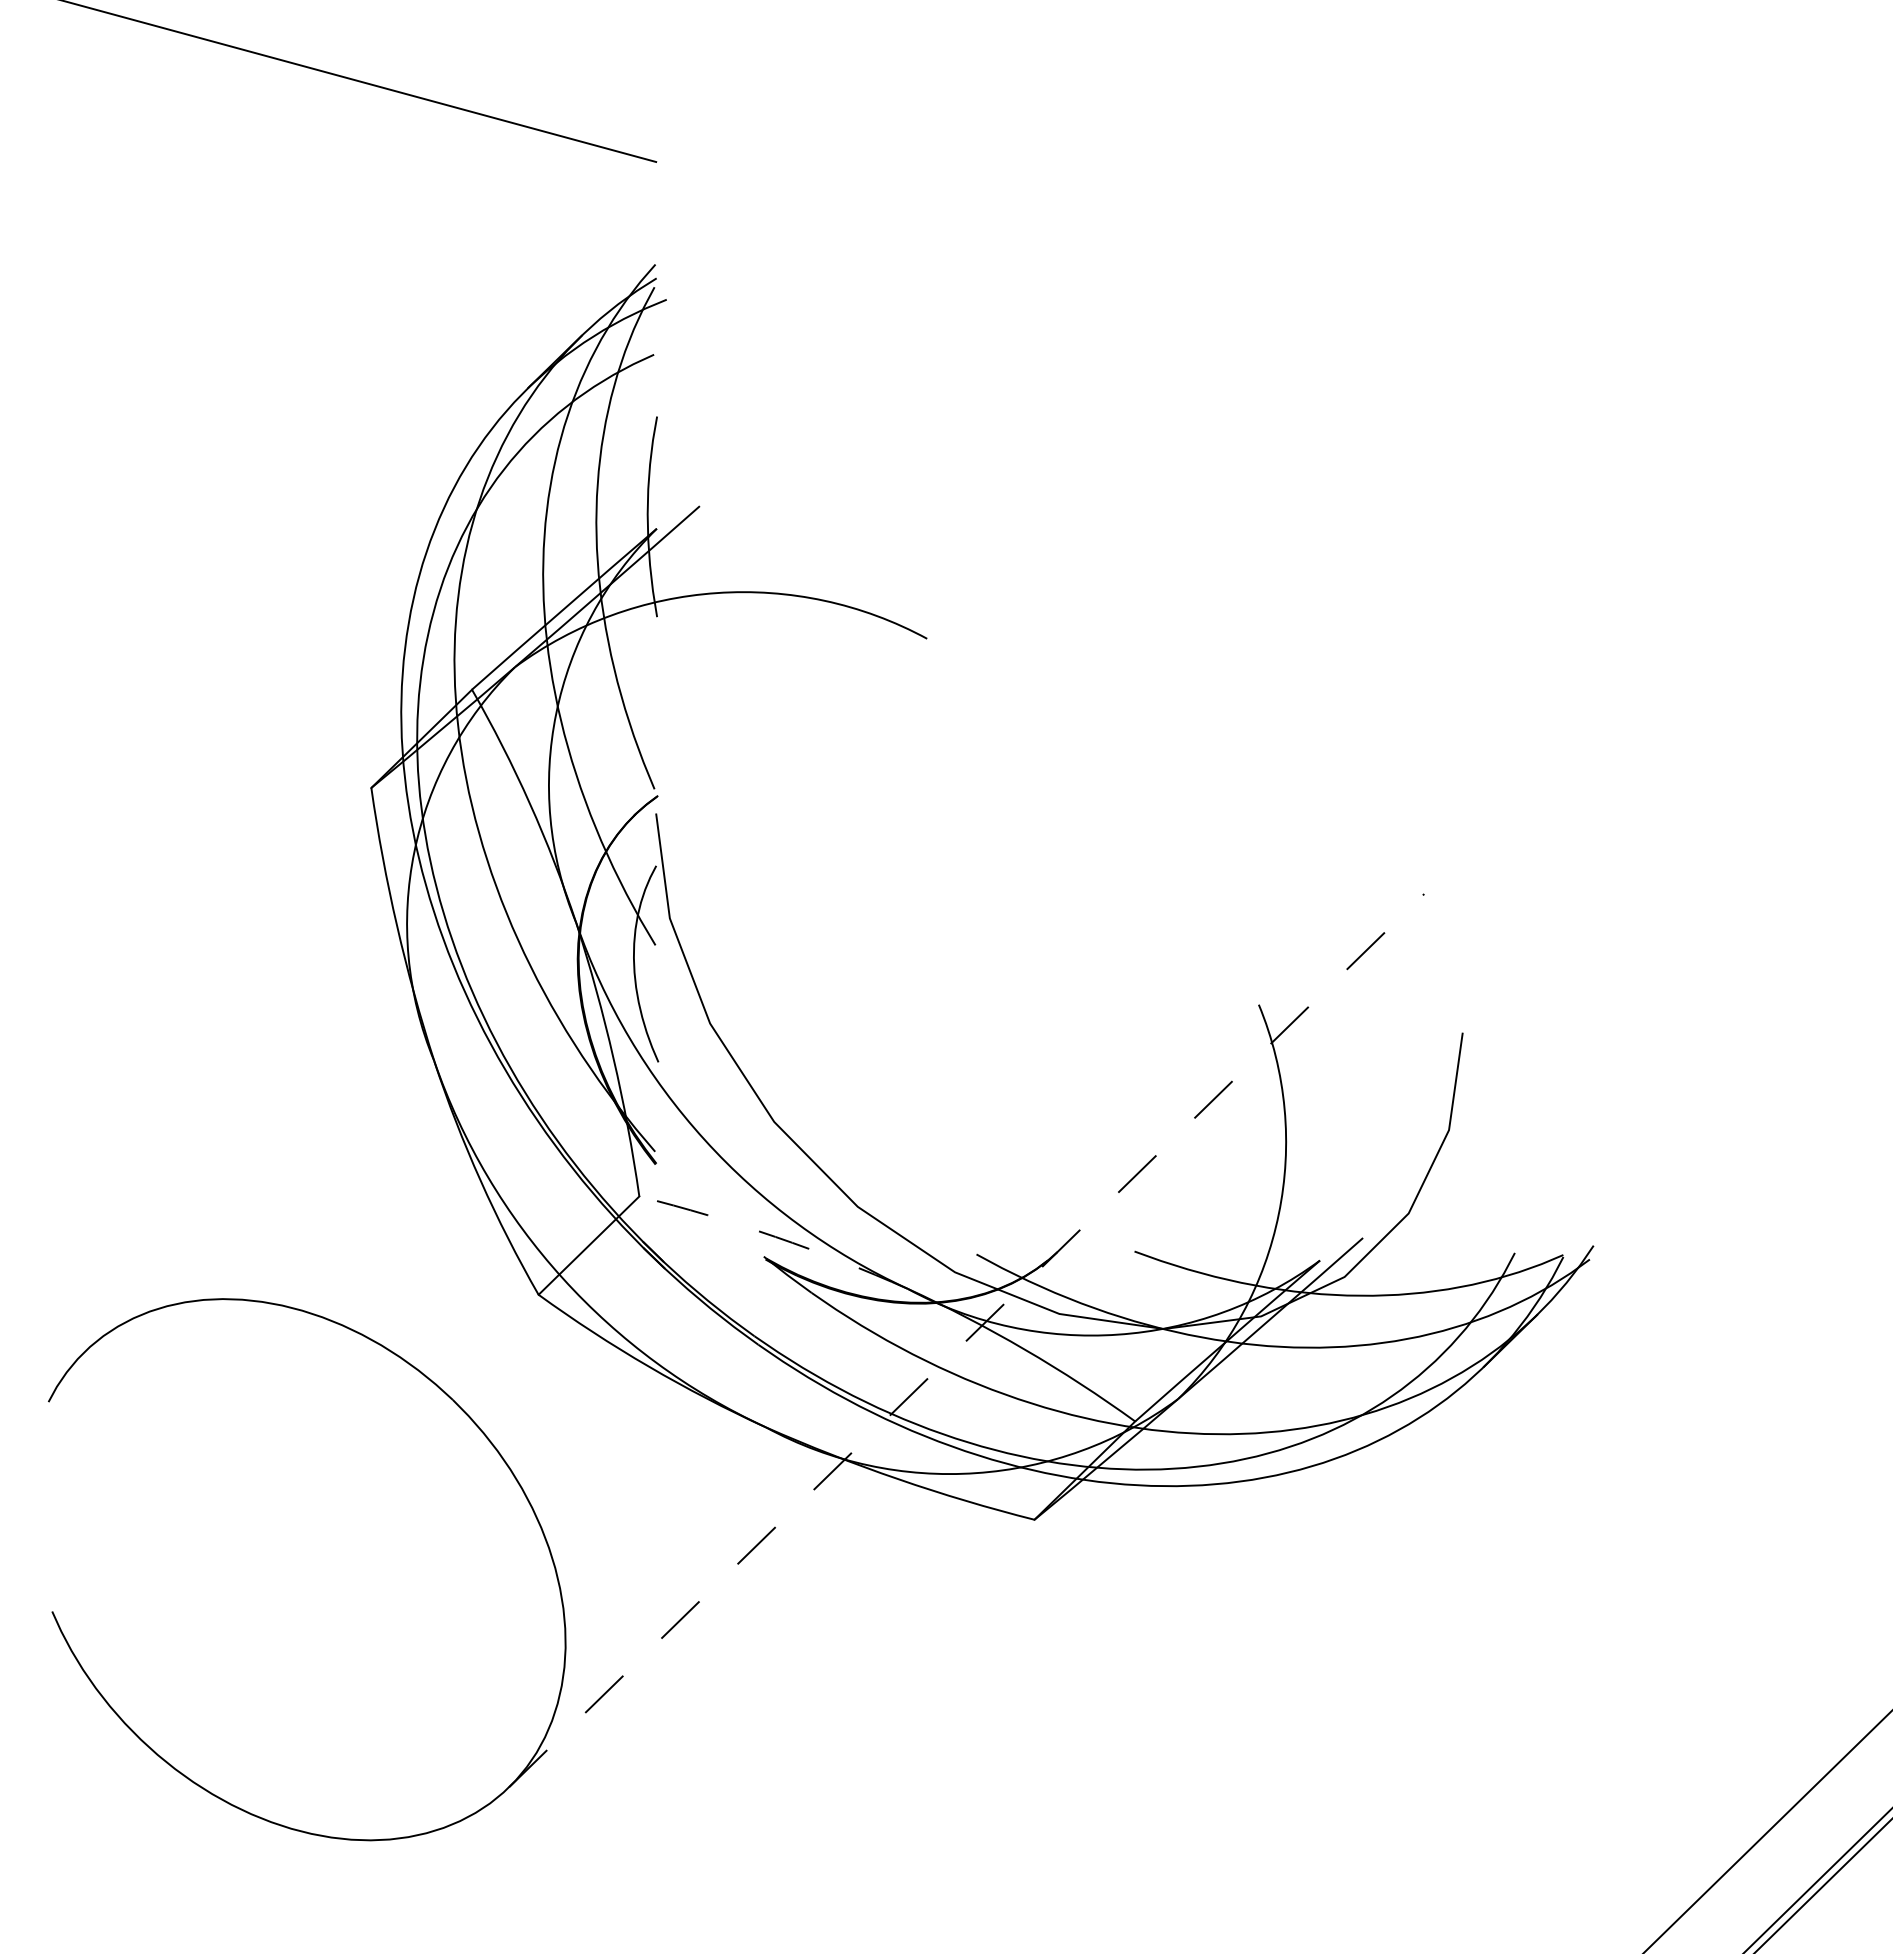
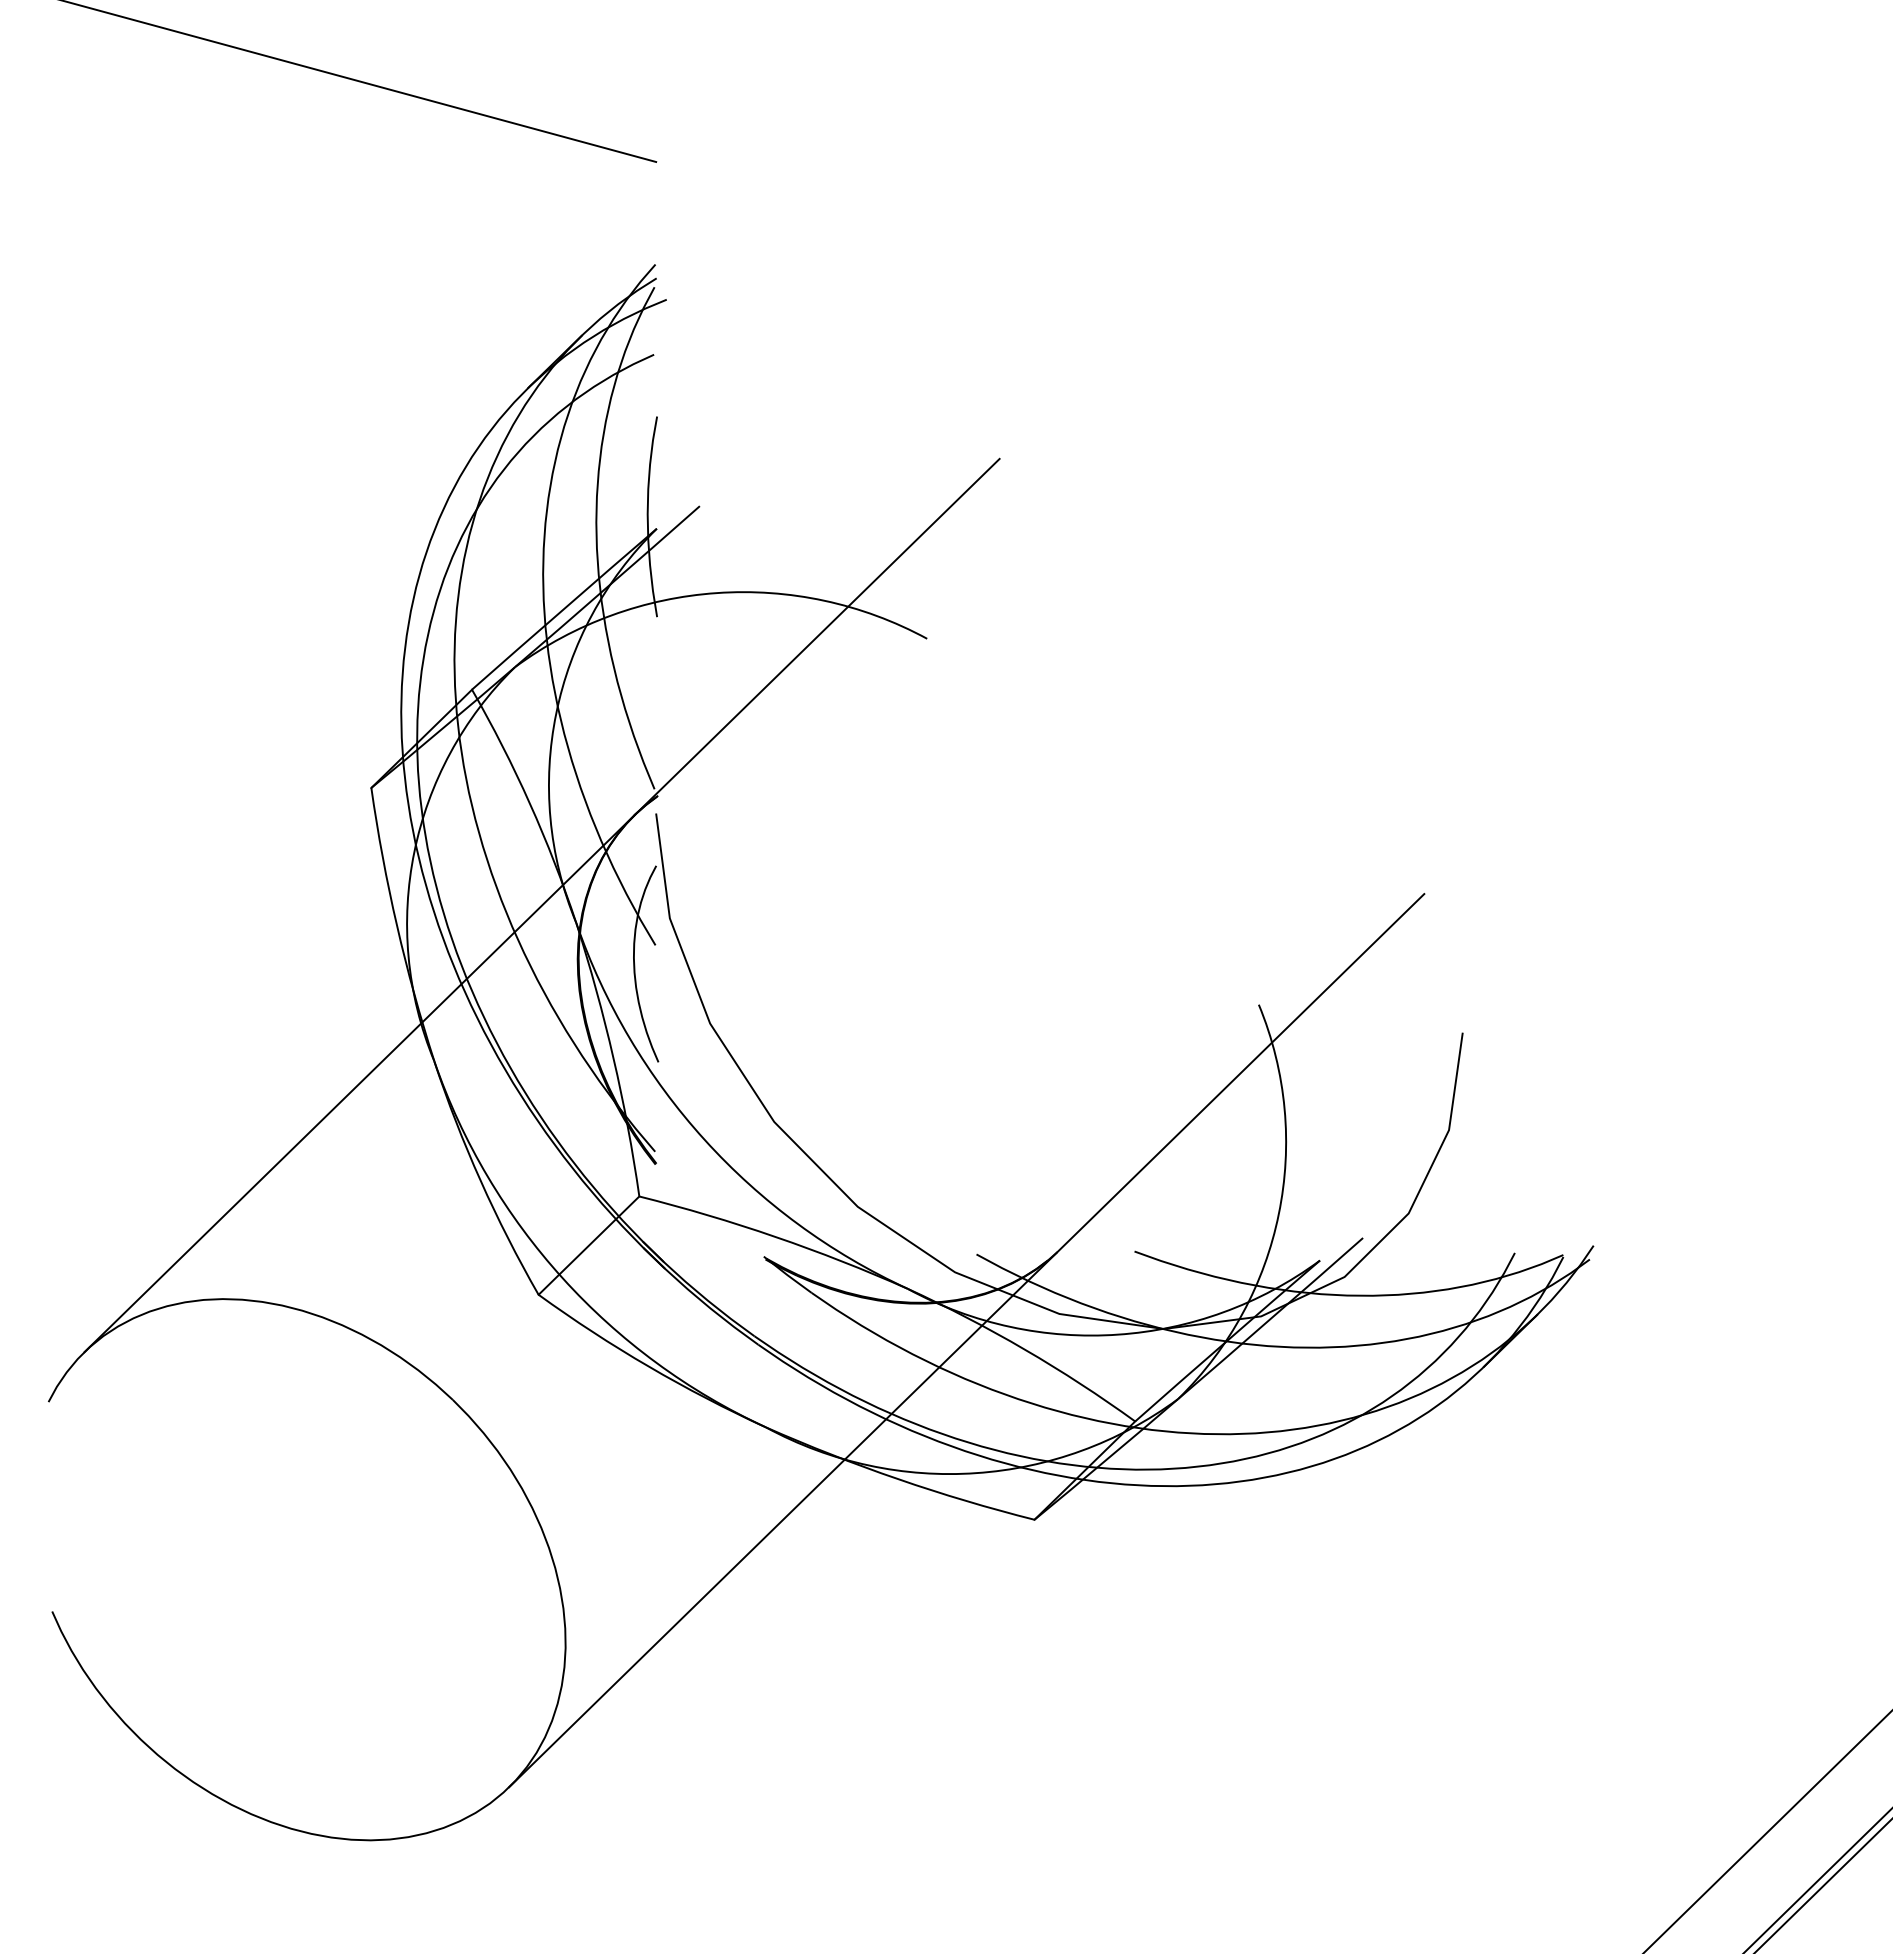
line at (541, 905): none -> present
arc at (775, 1236): dashed -> solid
line at (967, 1340): dashed -> solid
